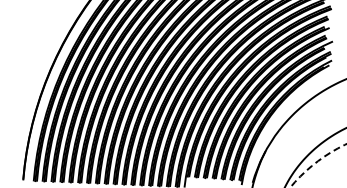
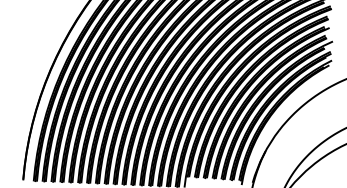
circle at (318, 165): dashed -> solid
